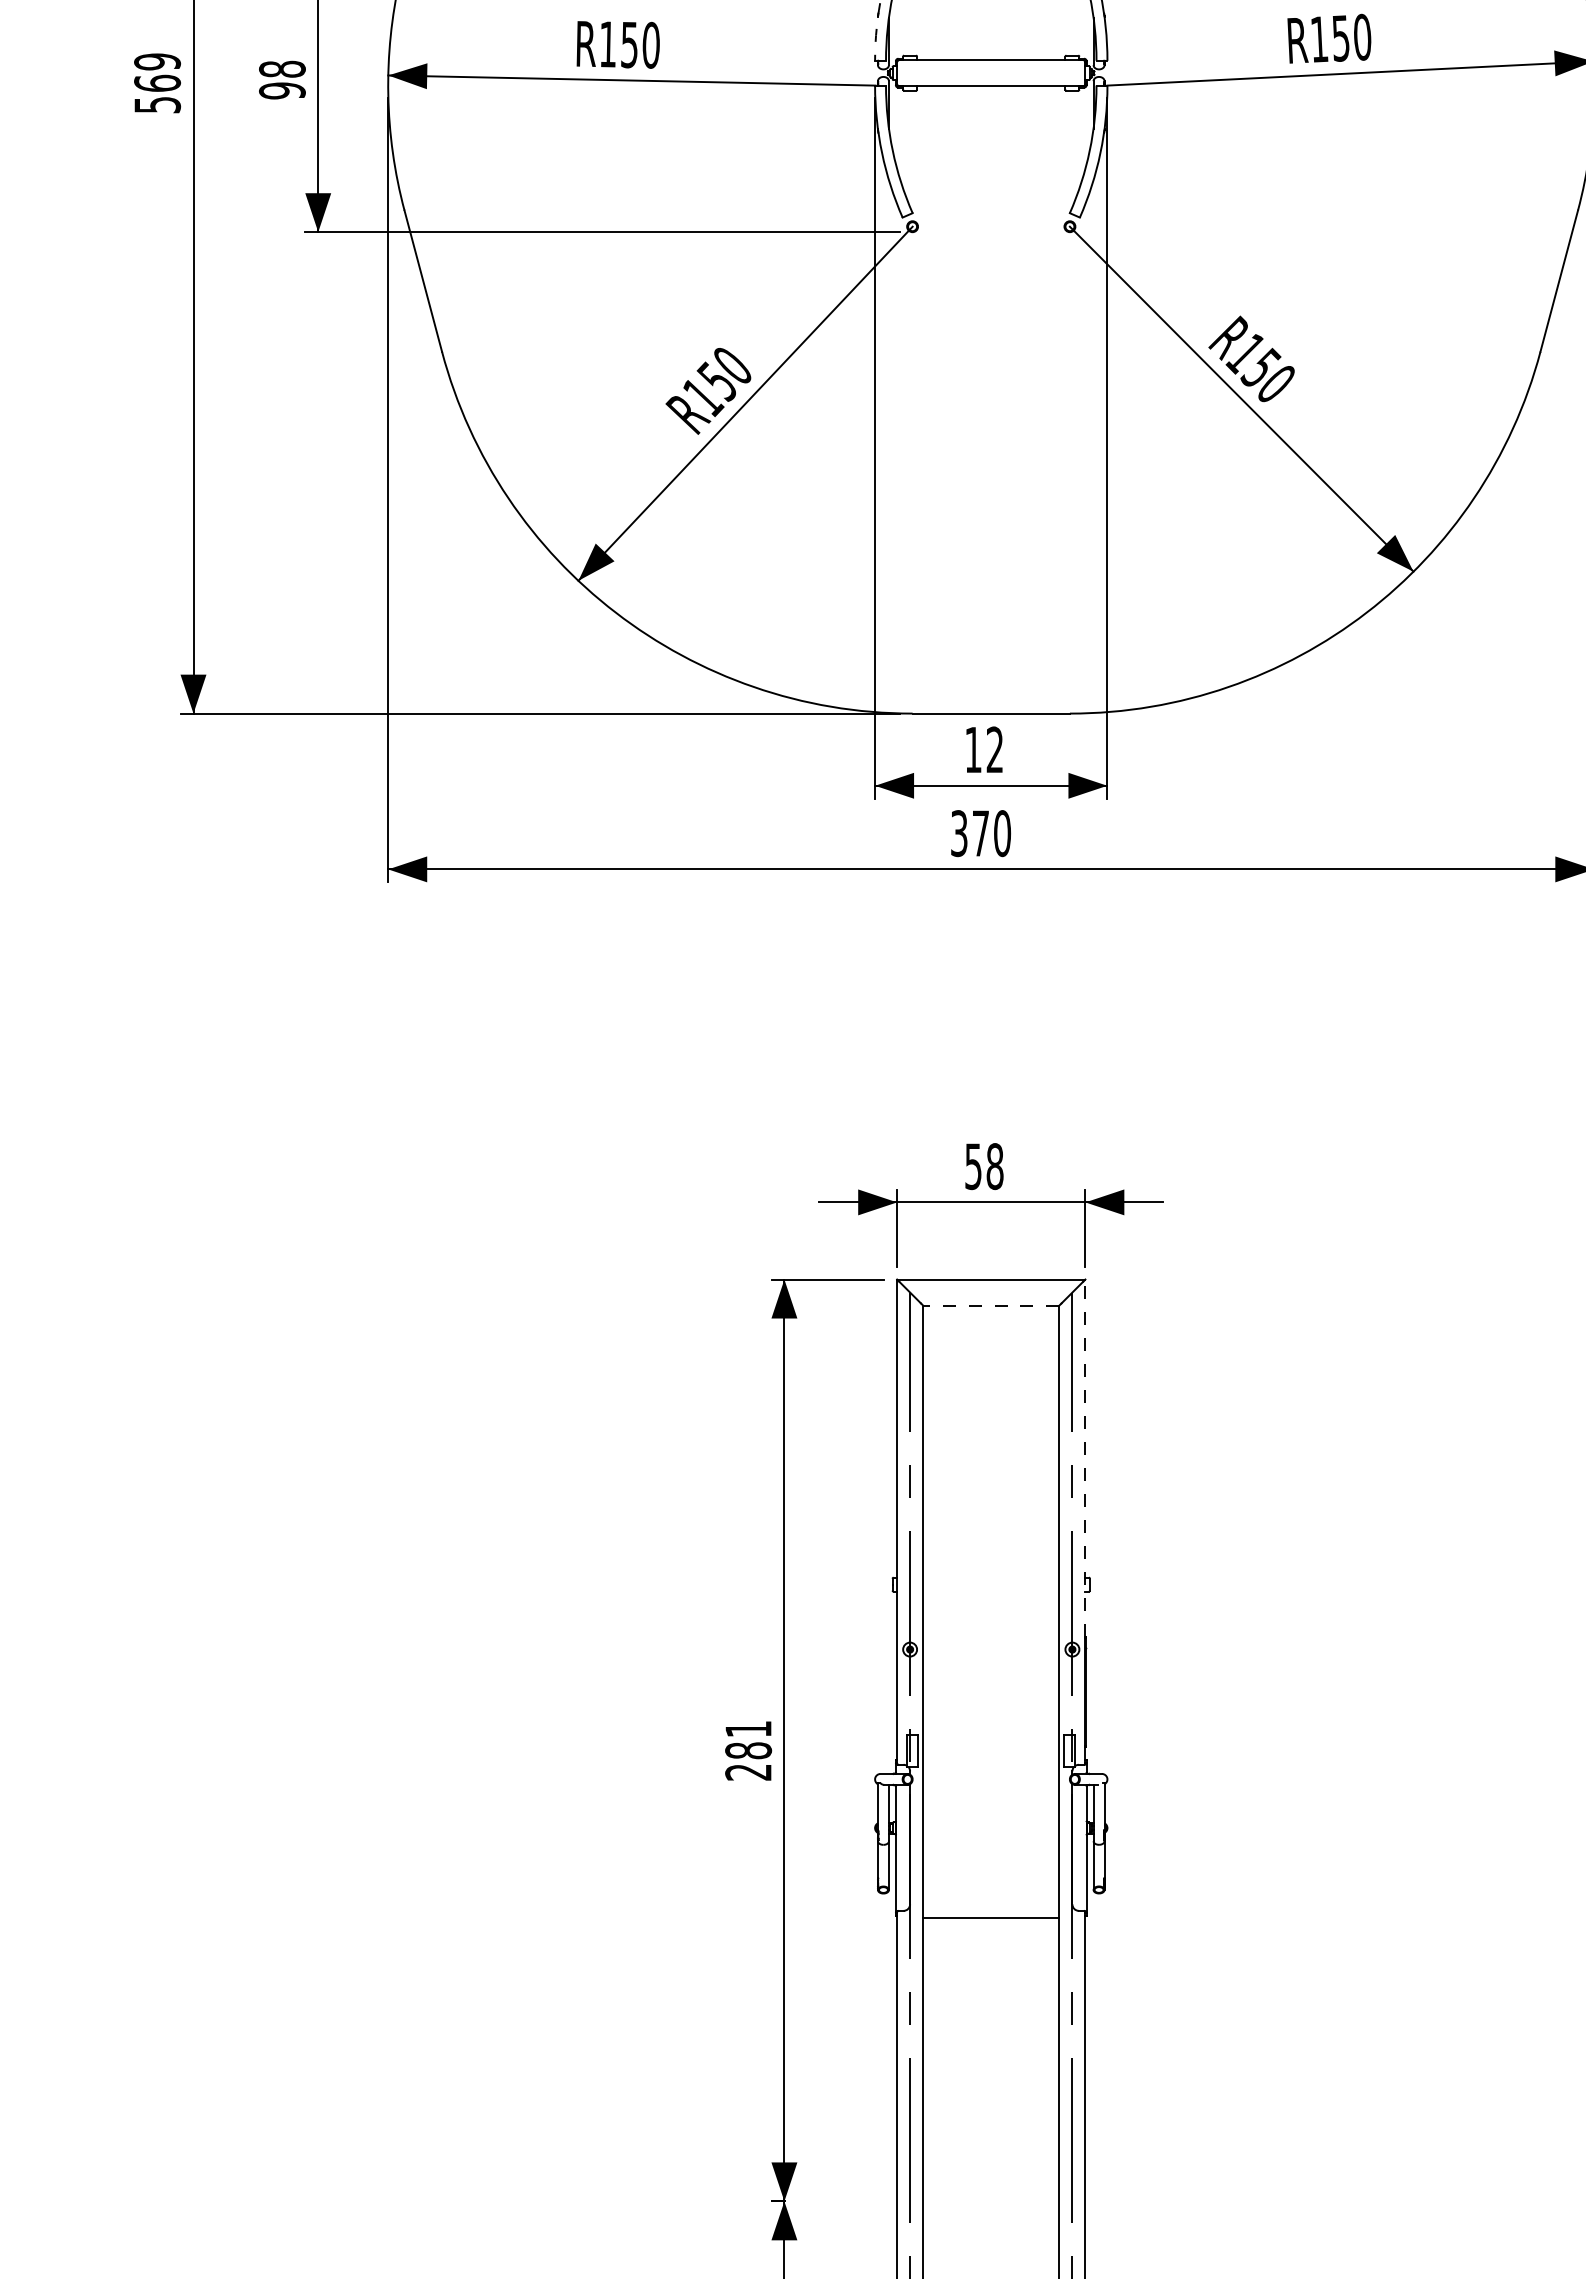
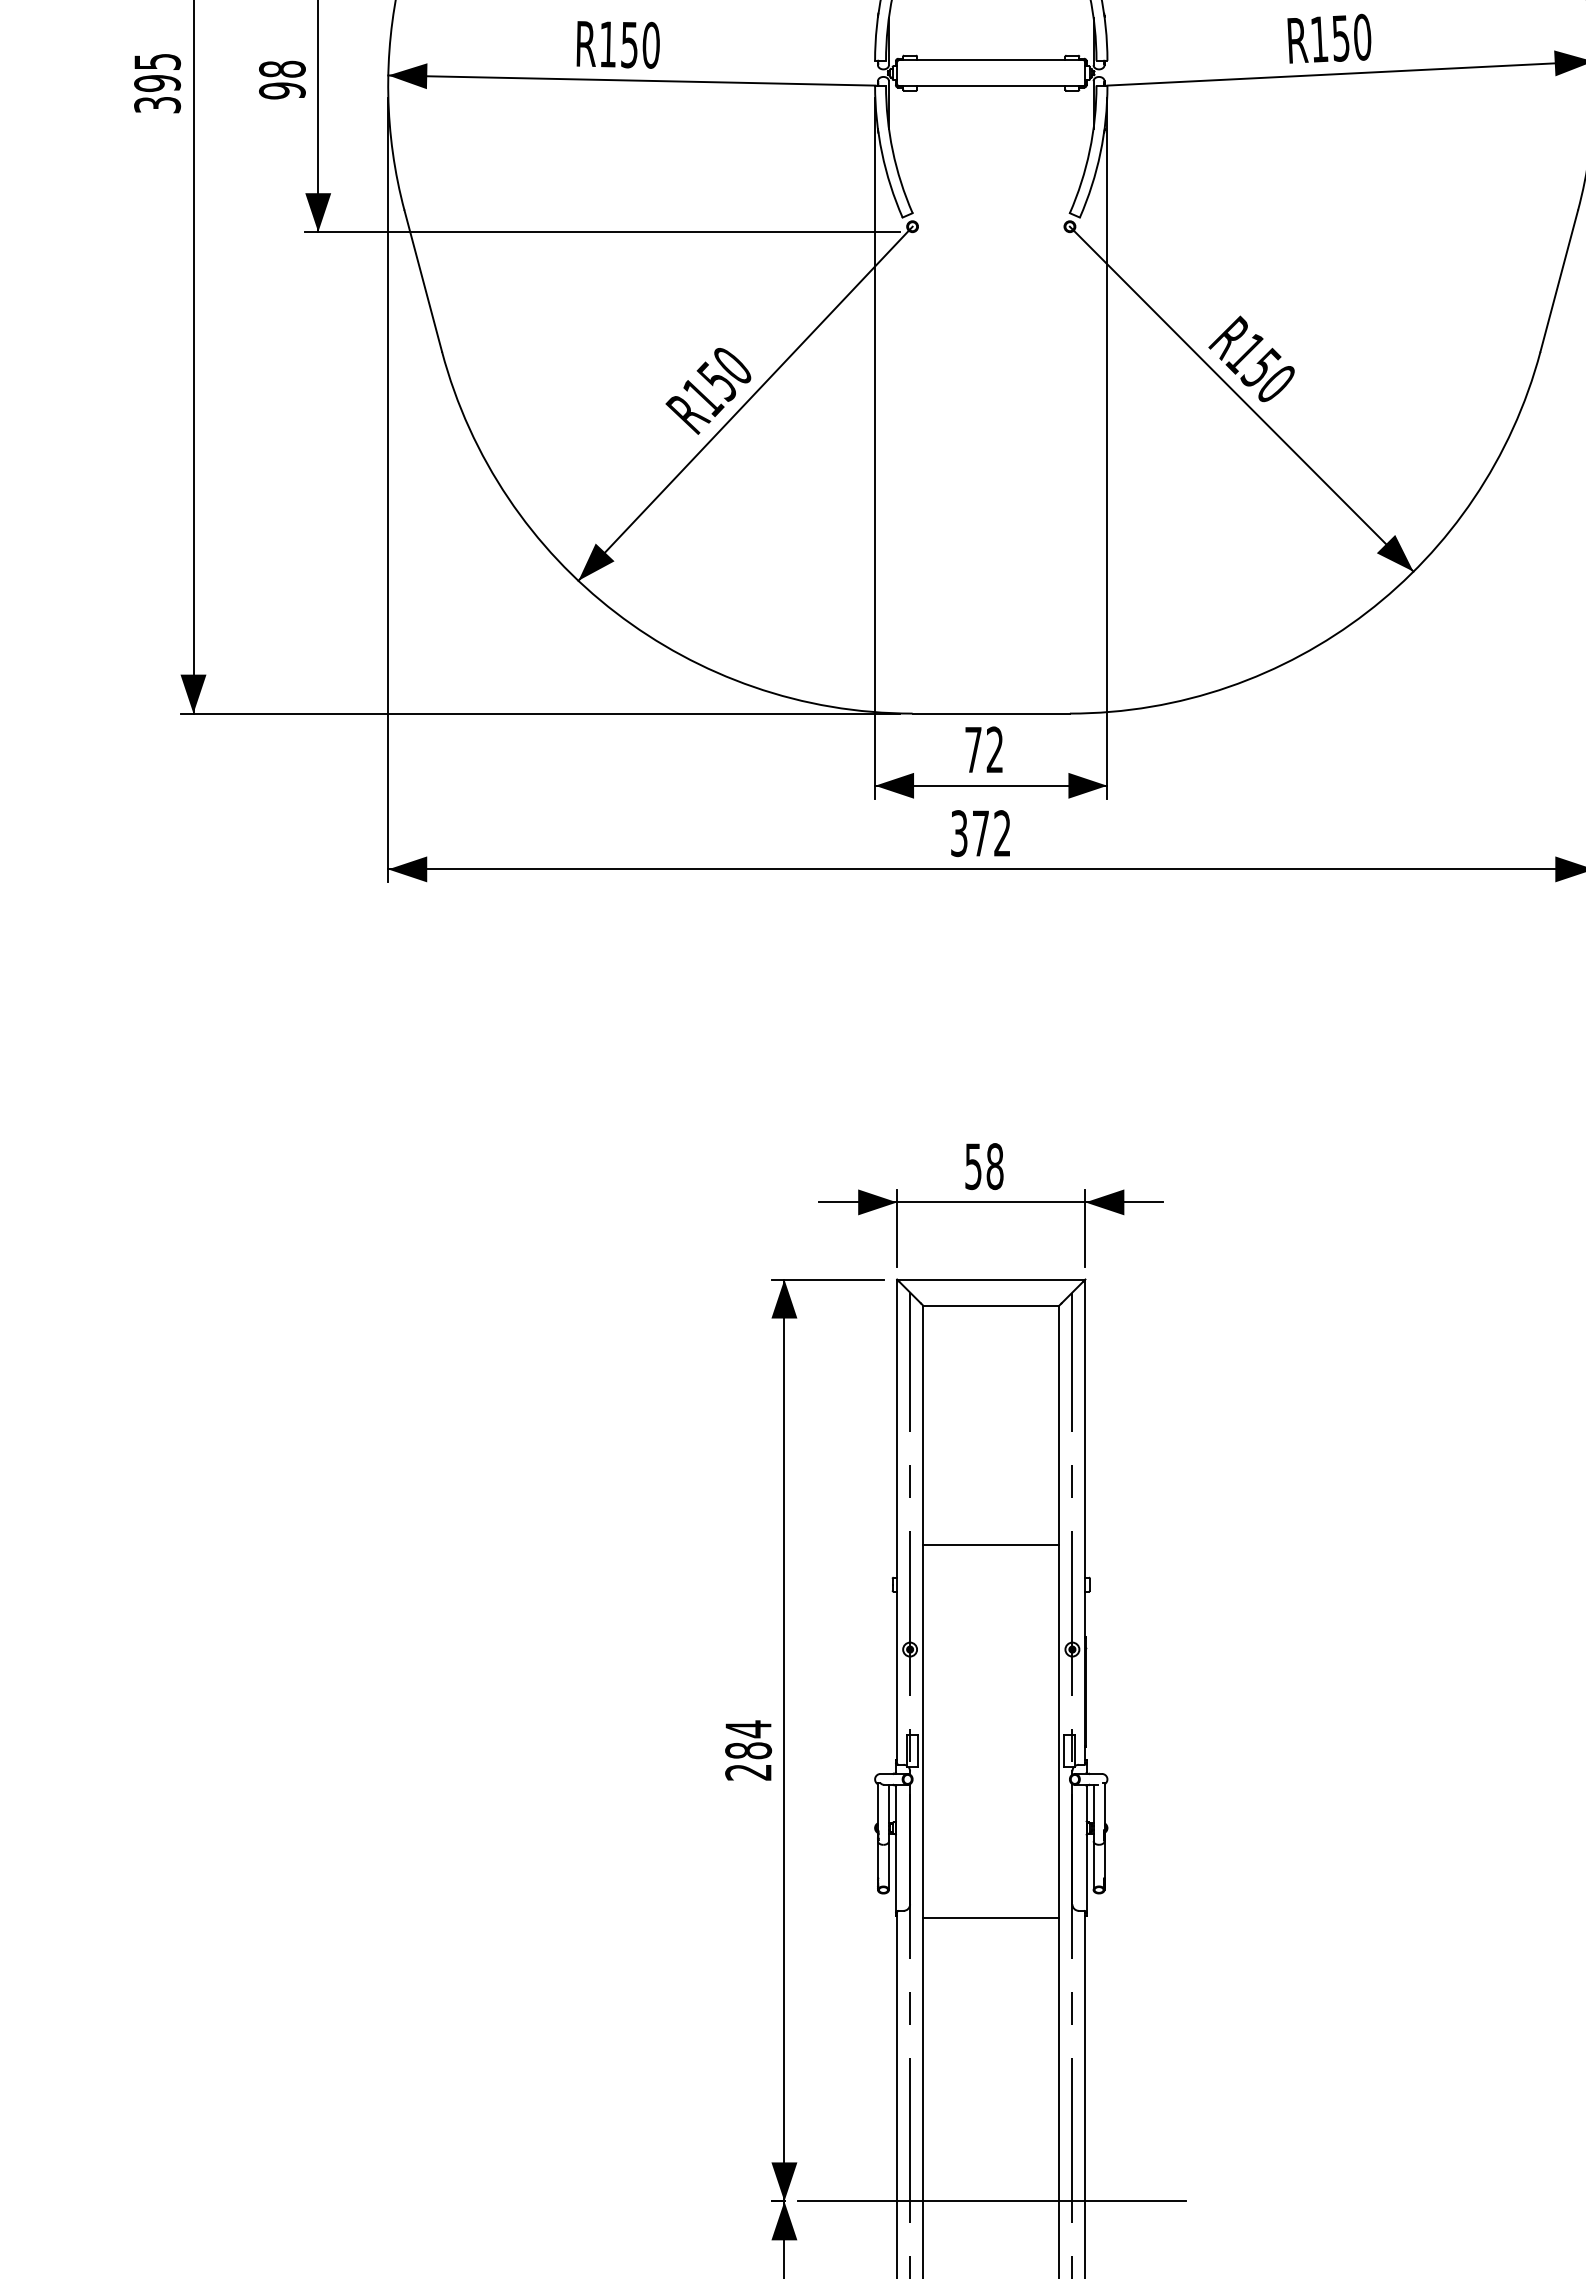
arc at (876, 30): dashed -> solid
text at (157, 82): 569 -> 395
text at (973, 749): 12 -> 72
text at (1002, 833): 370 -> 372
line at (990, 1305): dashed -> solid
line at (1085, 1458): dashed -> solid
line at (991, 1544): none -> present
text at (748, 1729): 281 -> 284
line at (991, 2201): none -> present
